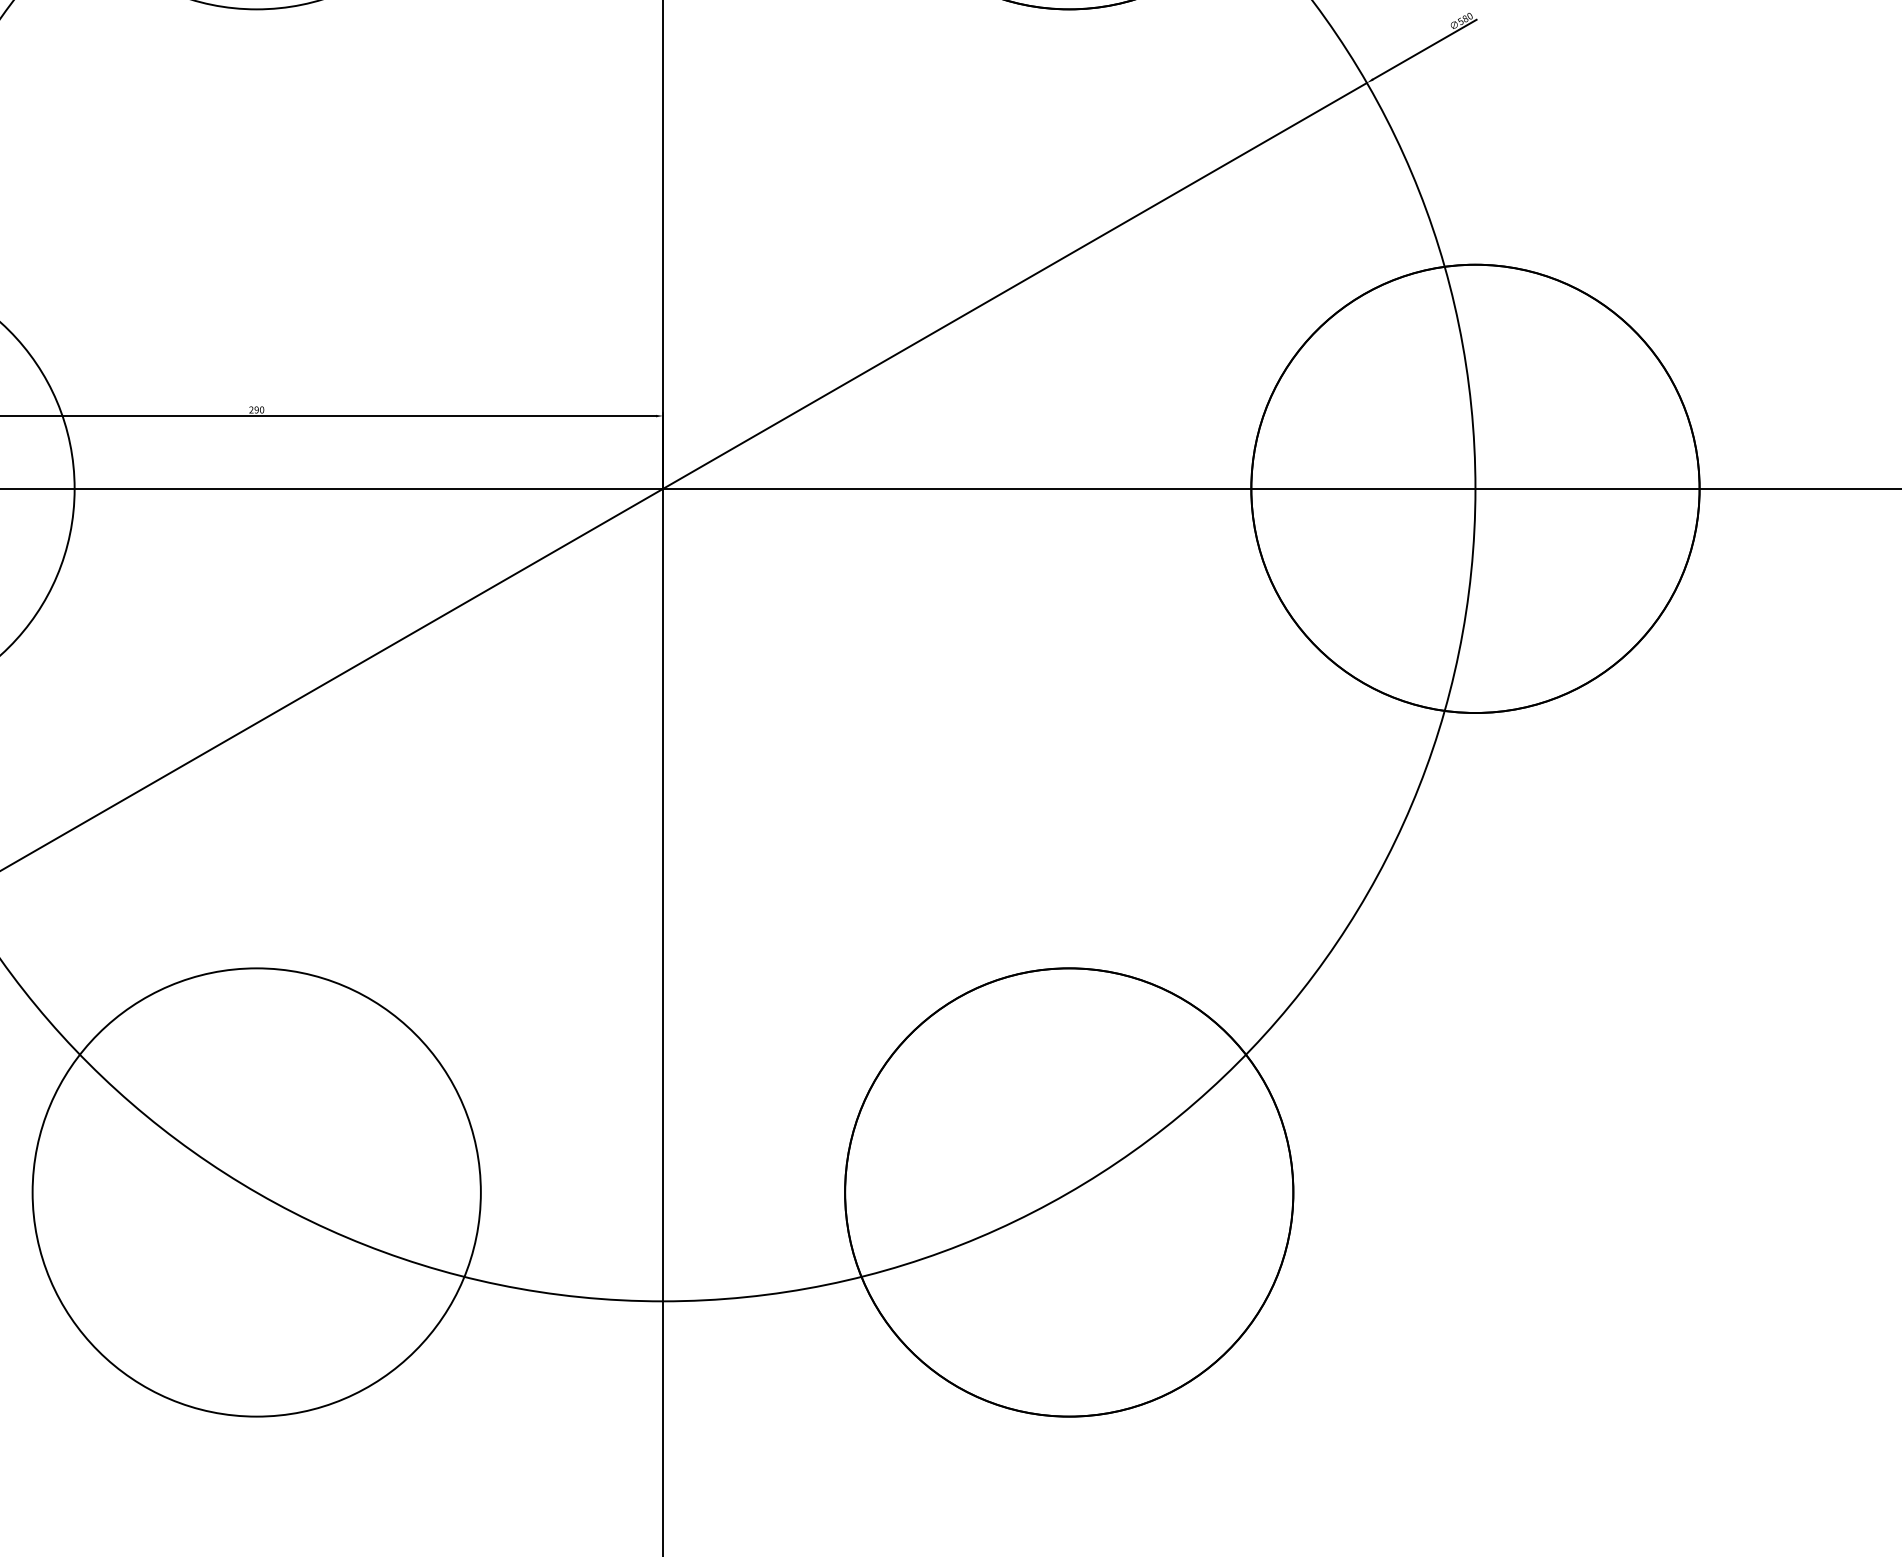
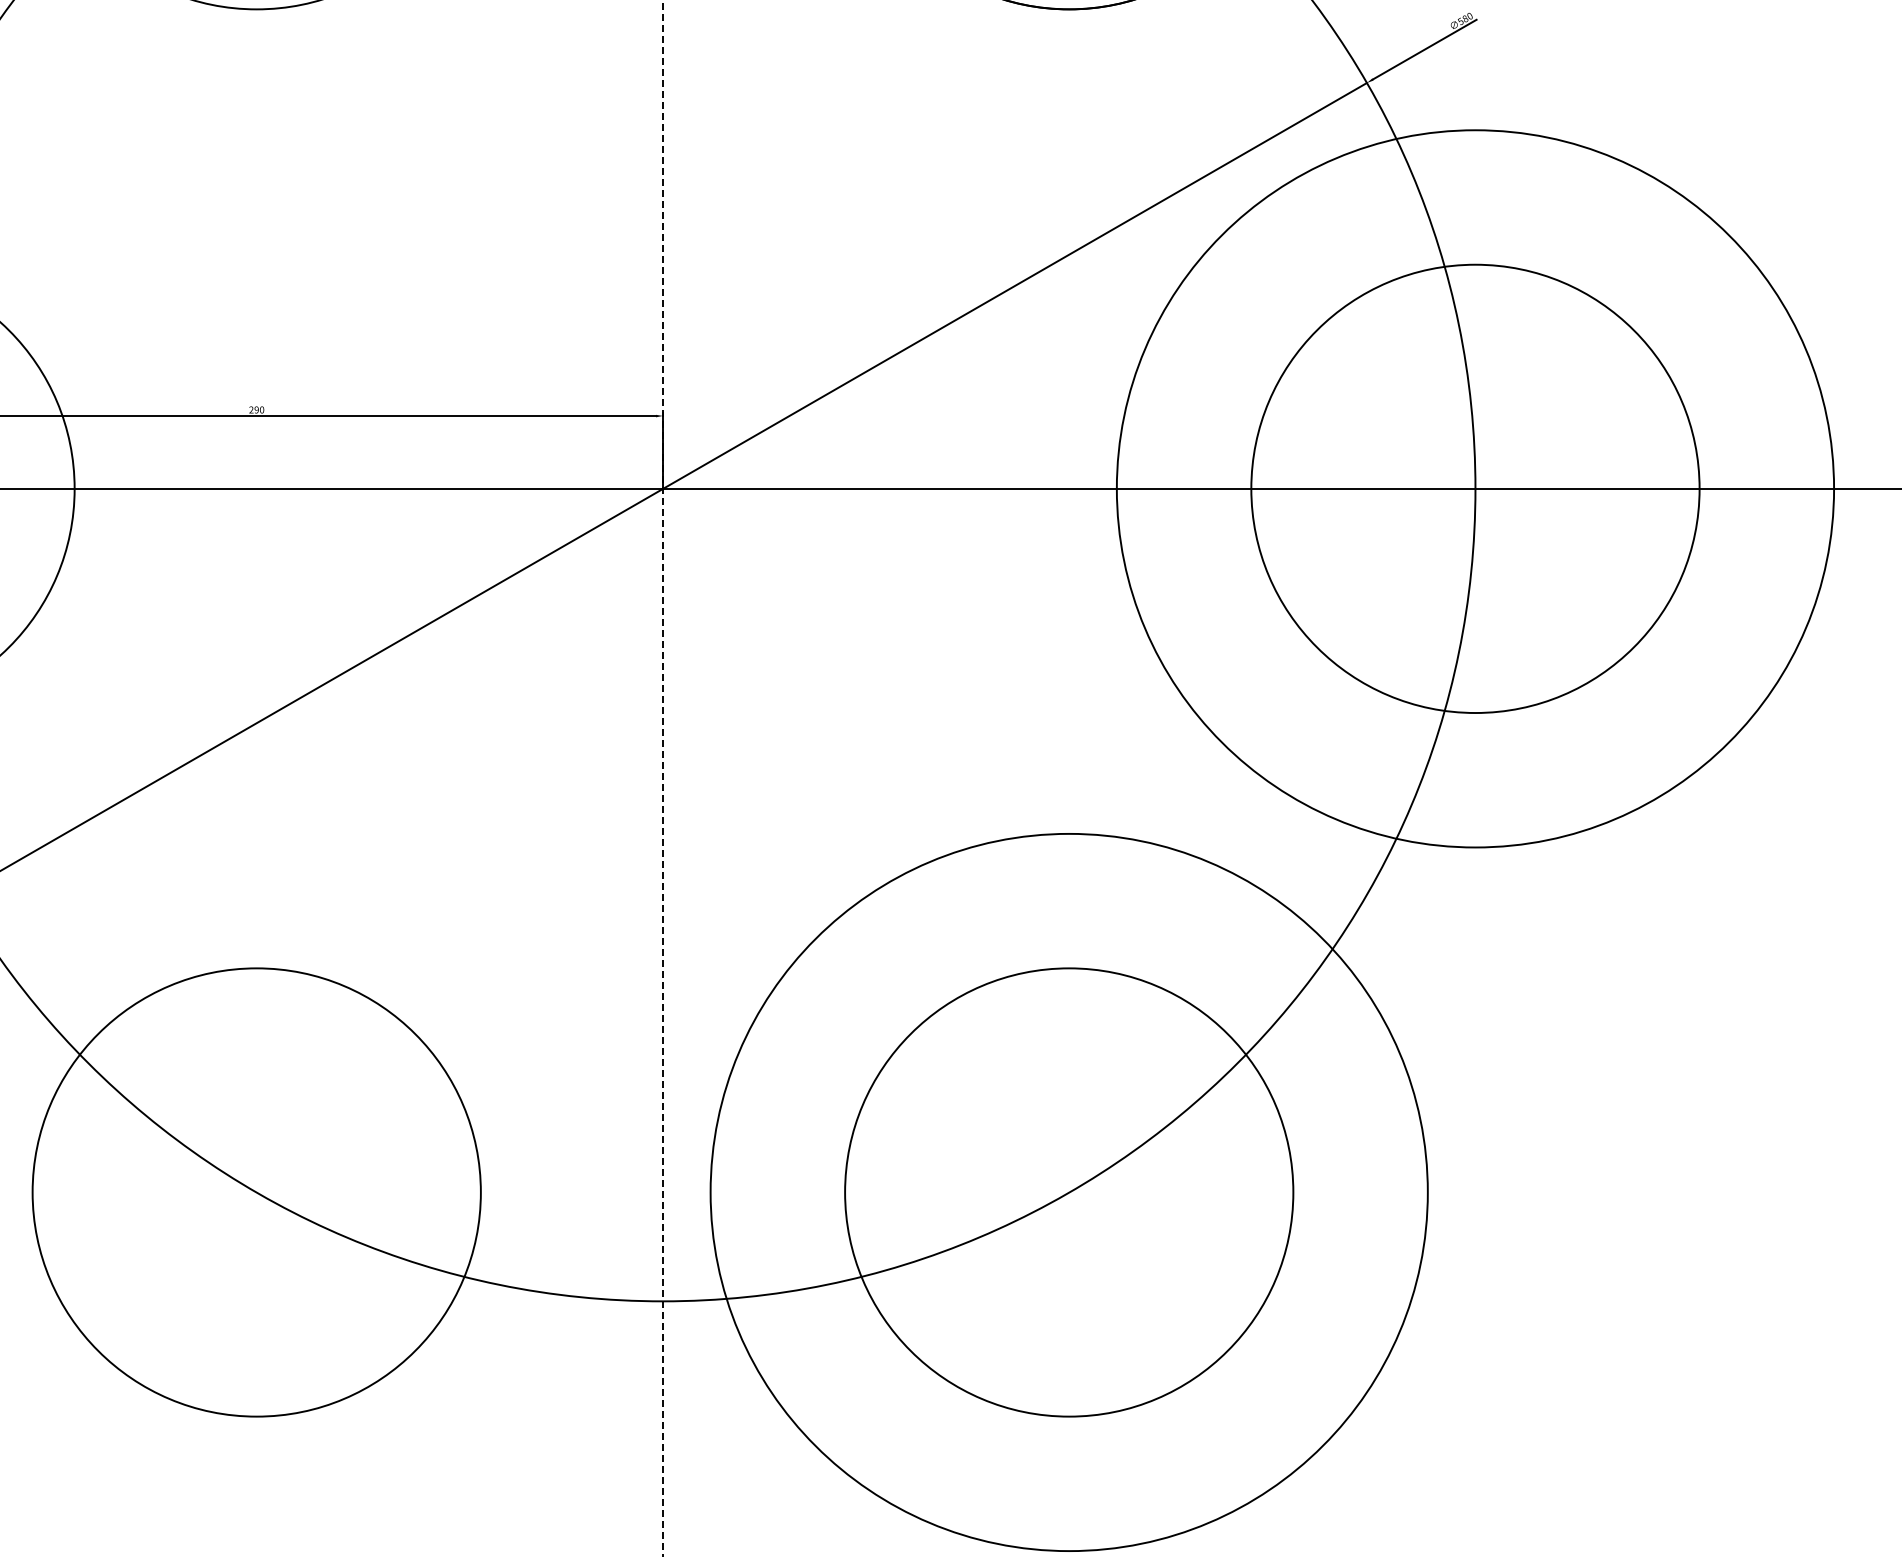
circle at (1475, 488) diameter: 448 px -> 717 px
line at (663, 778): solid -> dashed
circle at (1069, 1192) diameter: 448 px -> 717 px
